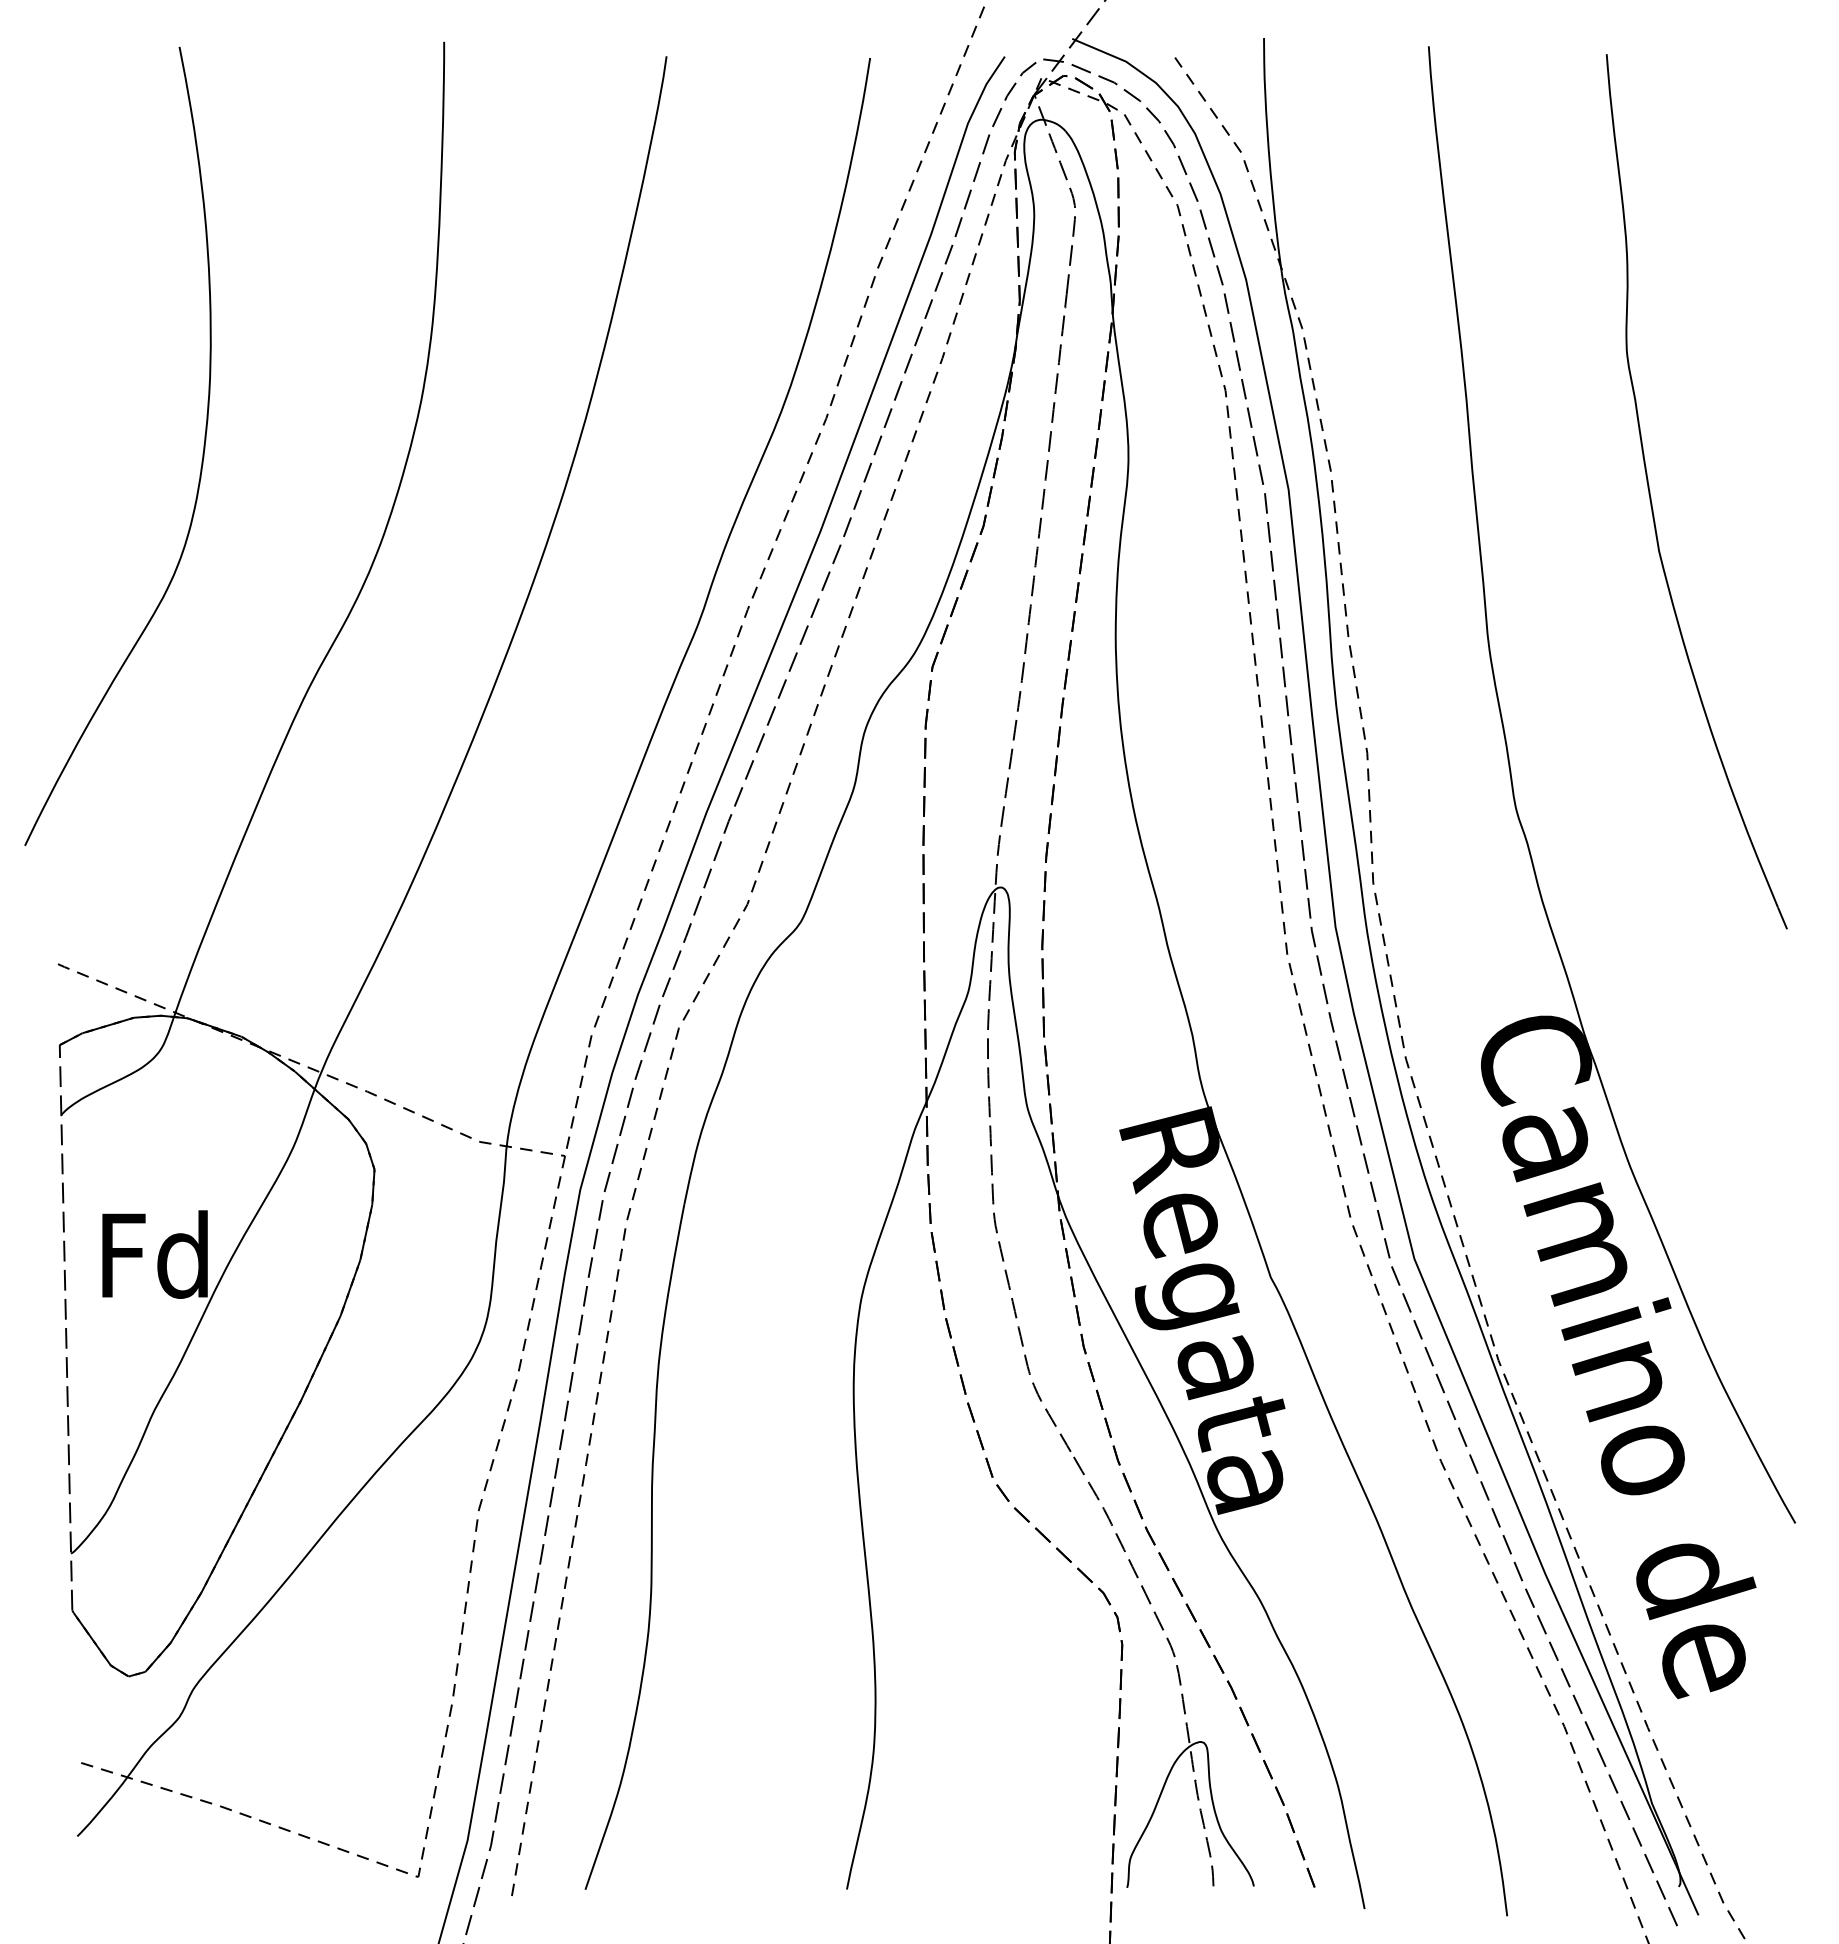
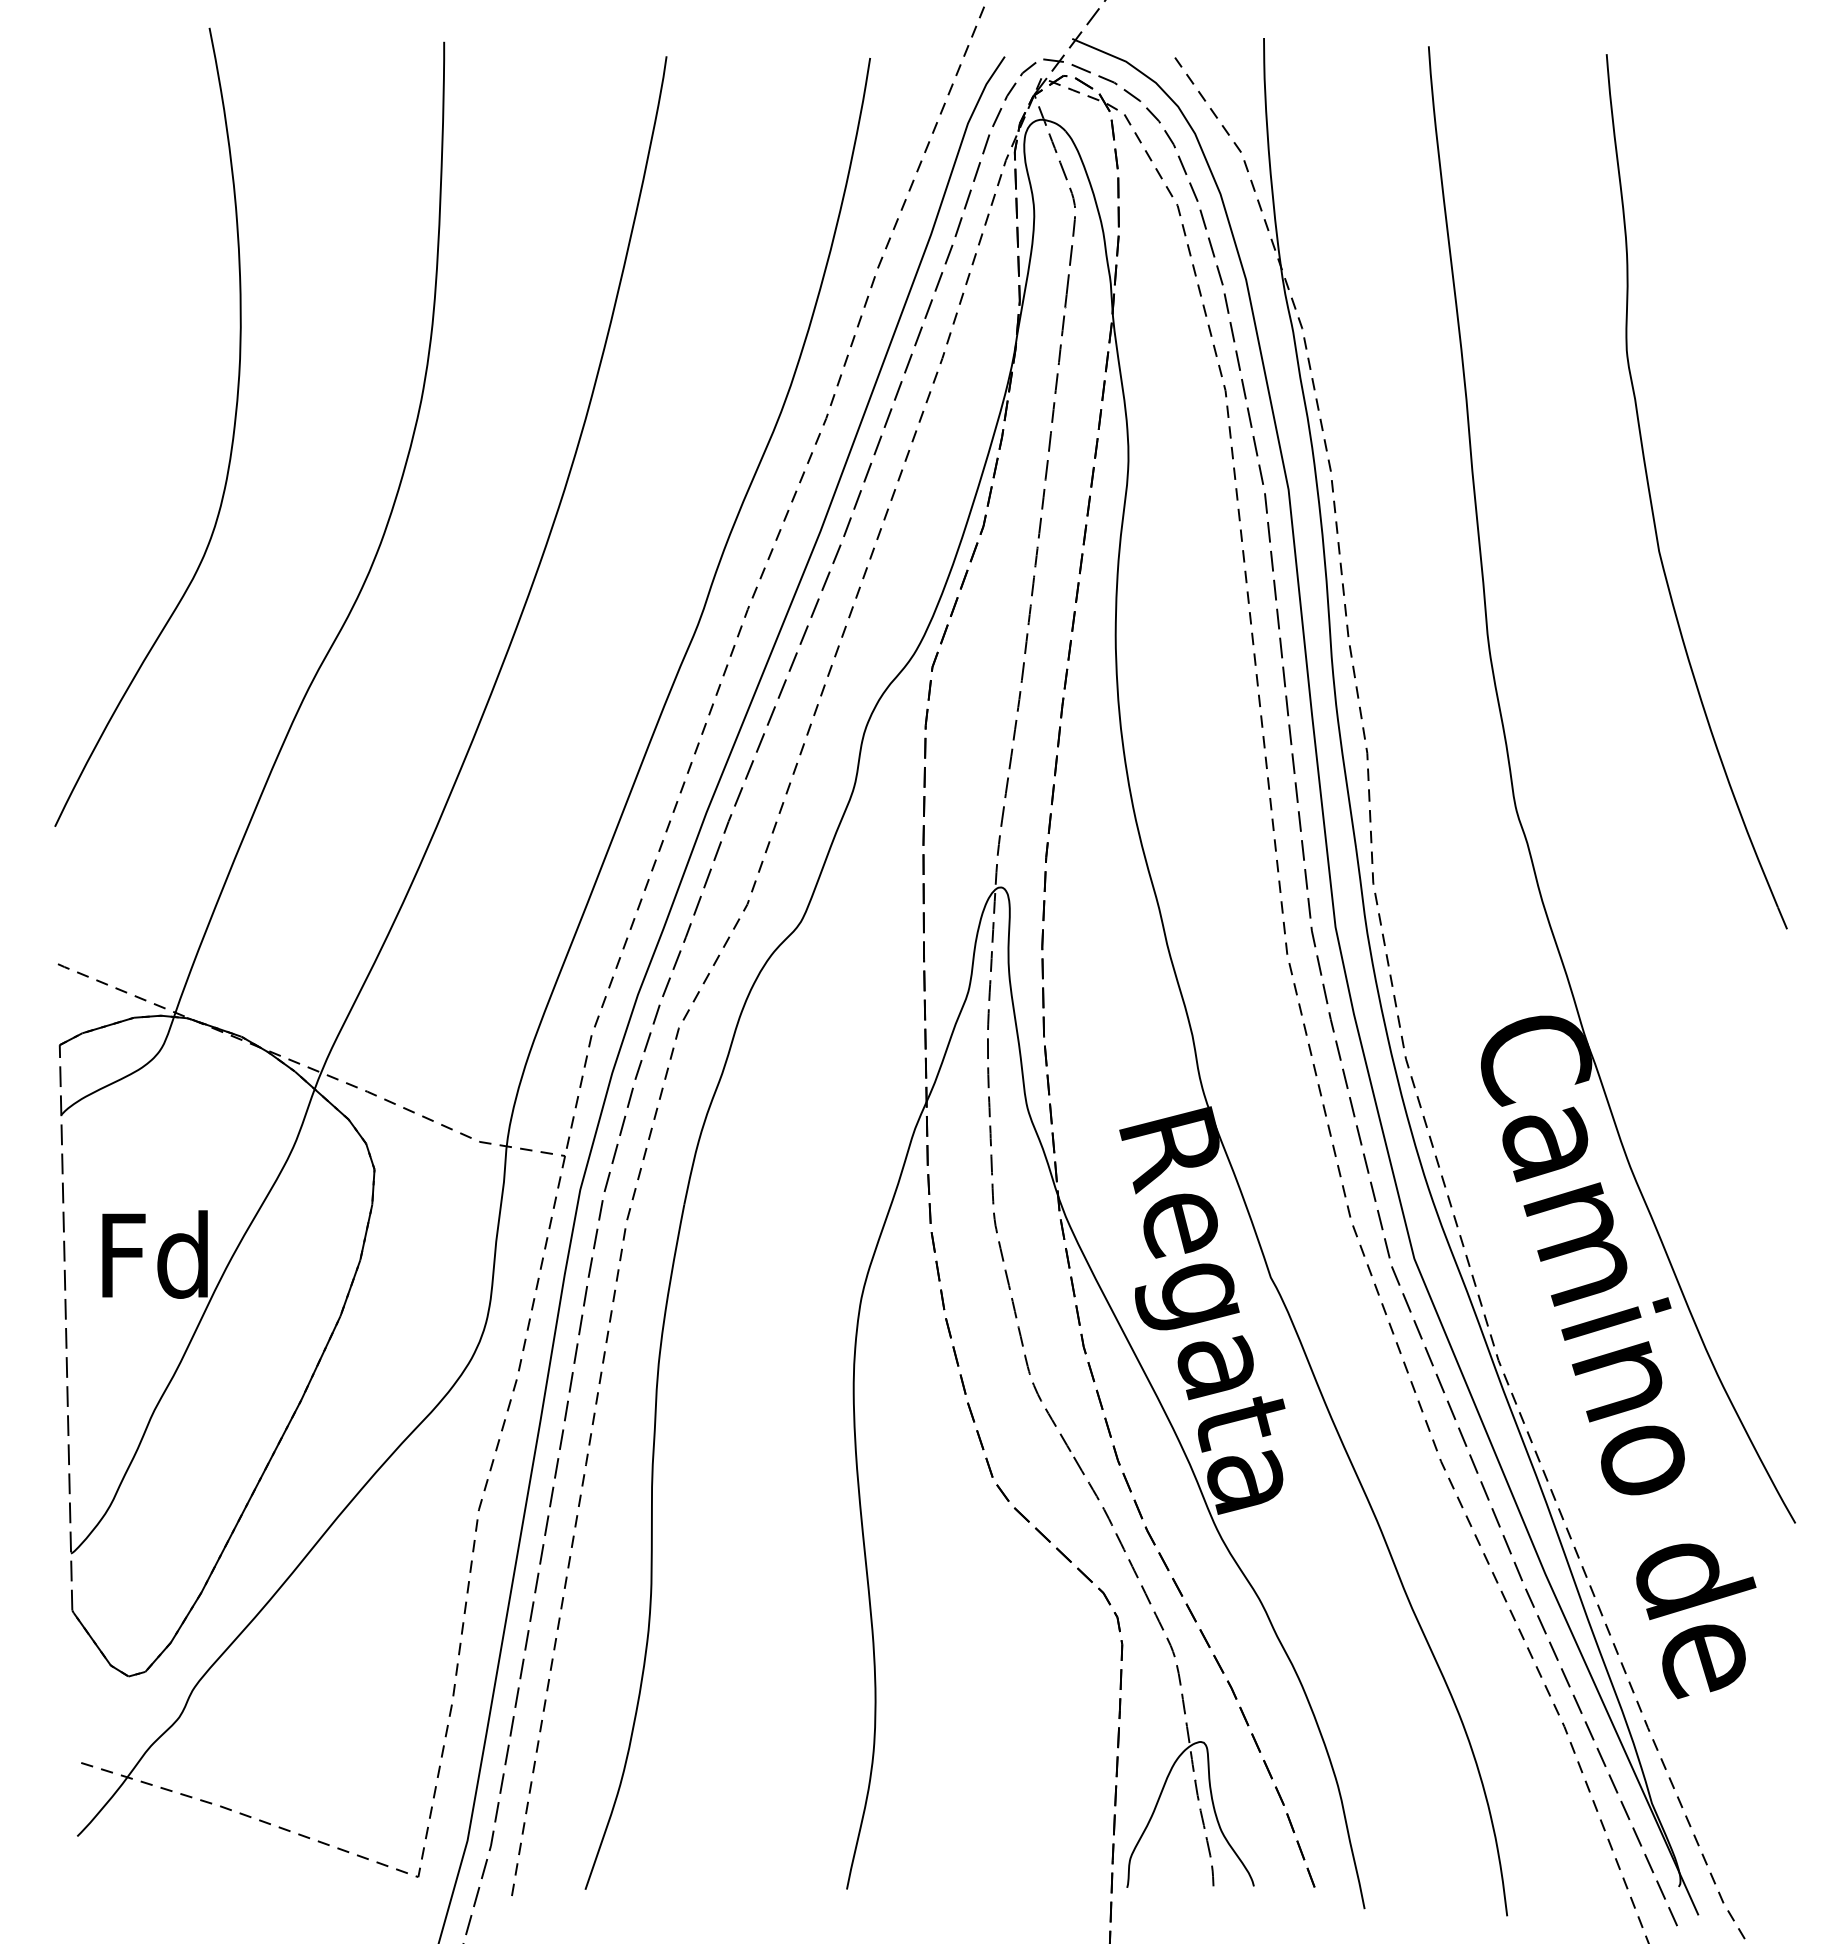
curve at (201, 460) position: (201, 460) -> (231, 441)
